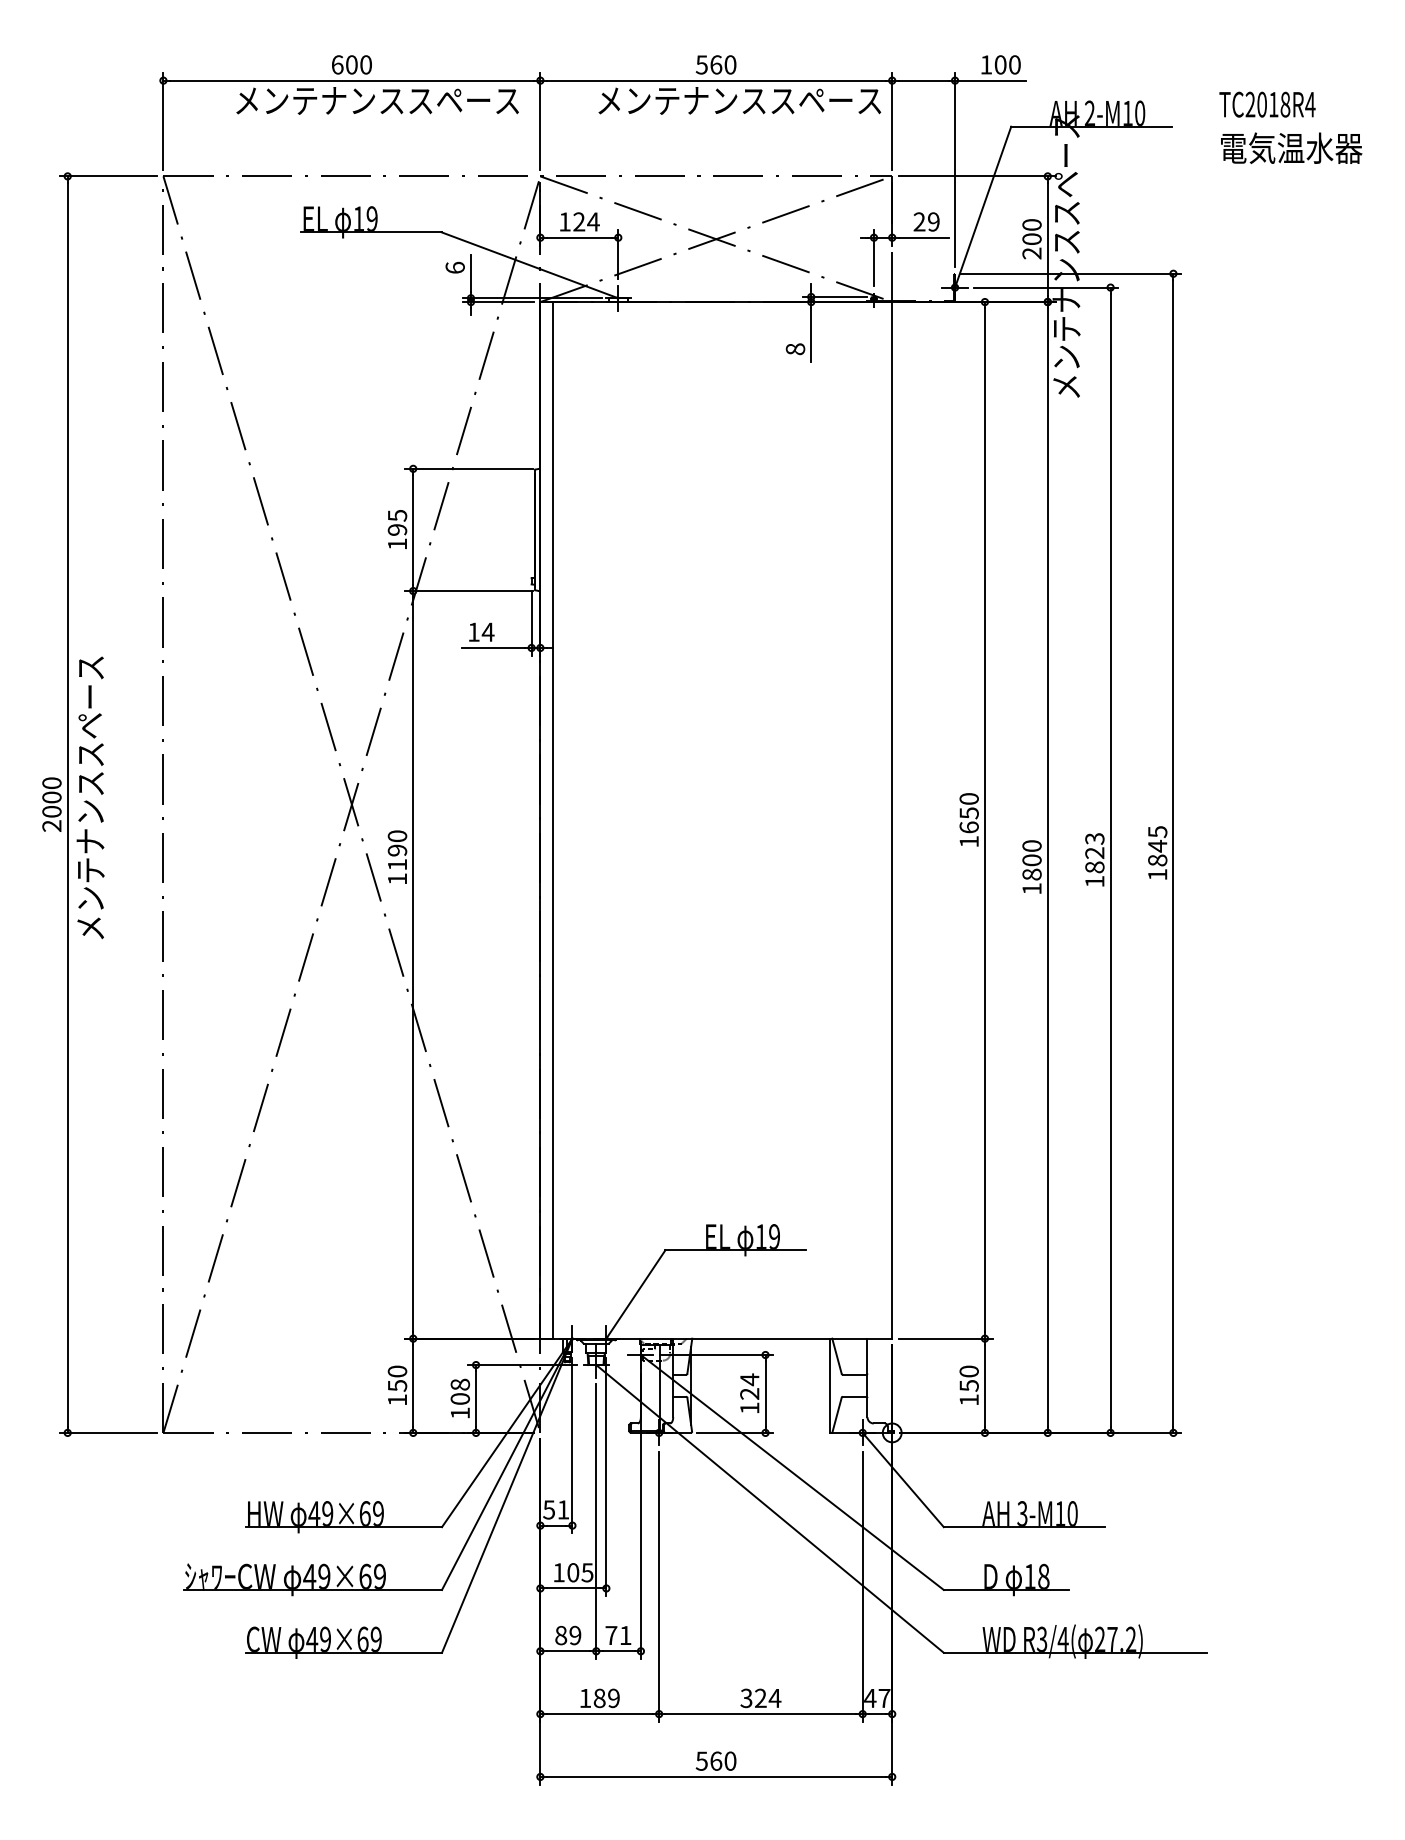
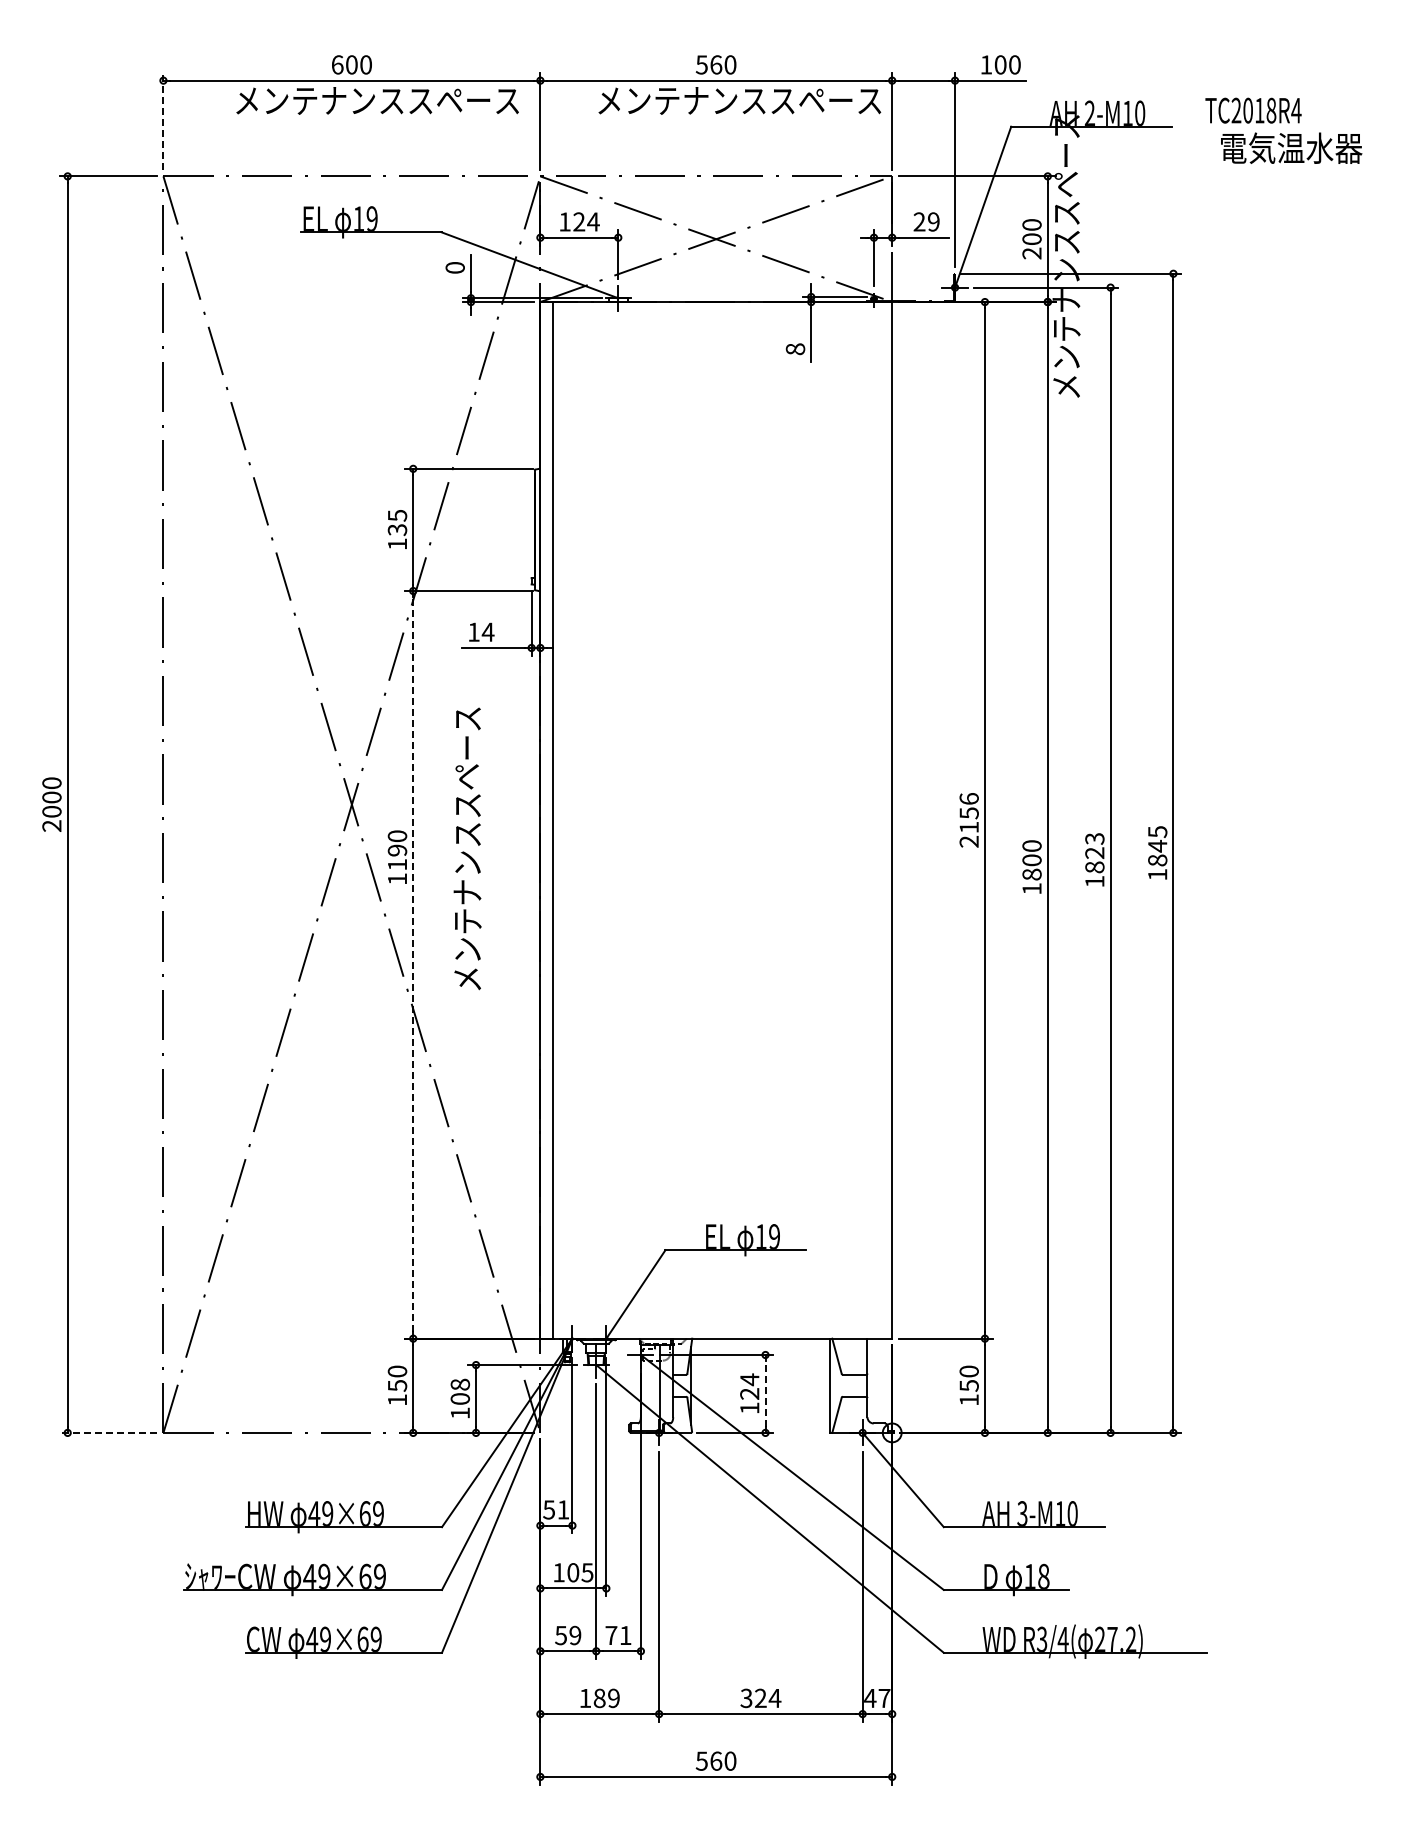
text at (1267, 104) position: (1267, 104) -> (1253, 110)
line at (163, 121): solid -> dashed
text at (454, 267): 6 -> 0
text at (397, 530): 195 -> 135
text at (90, 797) position: (90, 797) -> (467, 848)
text at (968, 820): 1650 -> 2156
line at (413, 964): solid -> dashed
line at (765, 1393): solid -> dashed
line at (108, 1432): solid -> dashed
text at (561, 1635): 89 -> 59
